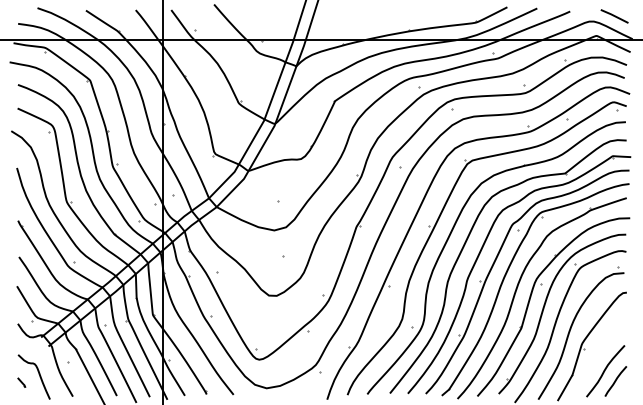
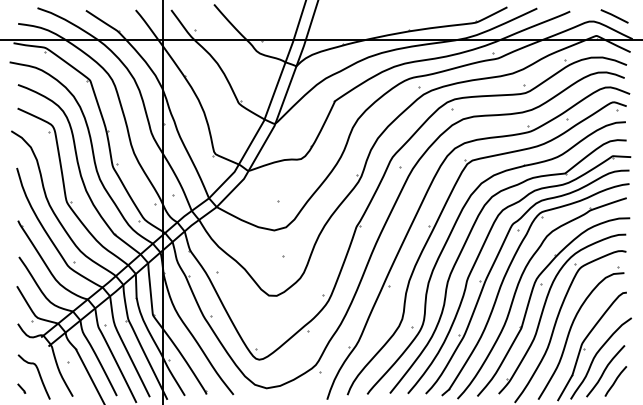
curve at (597, 354): none -> present
part at (21, 382) position: (21, 382) -> (21, 388)
